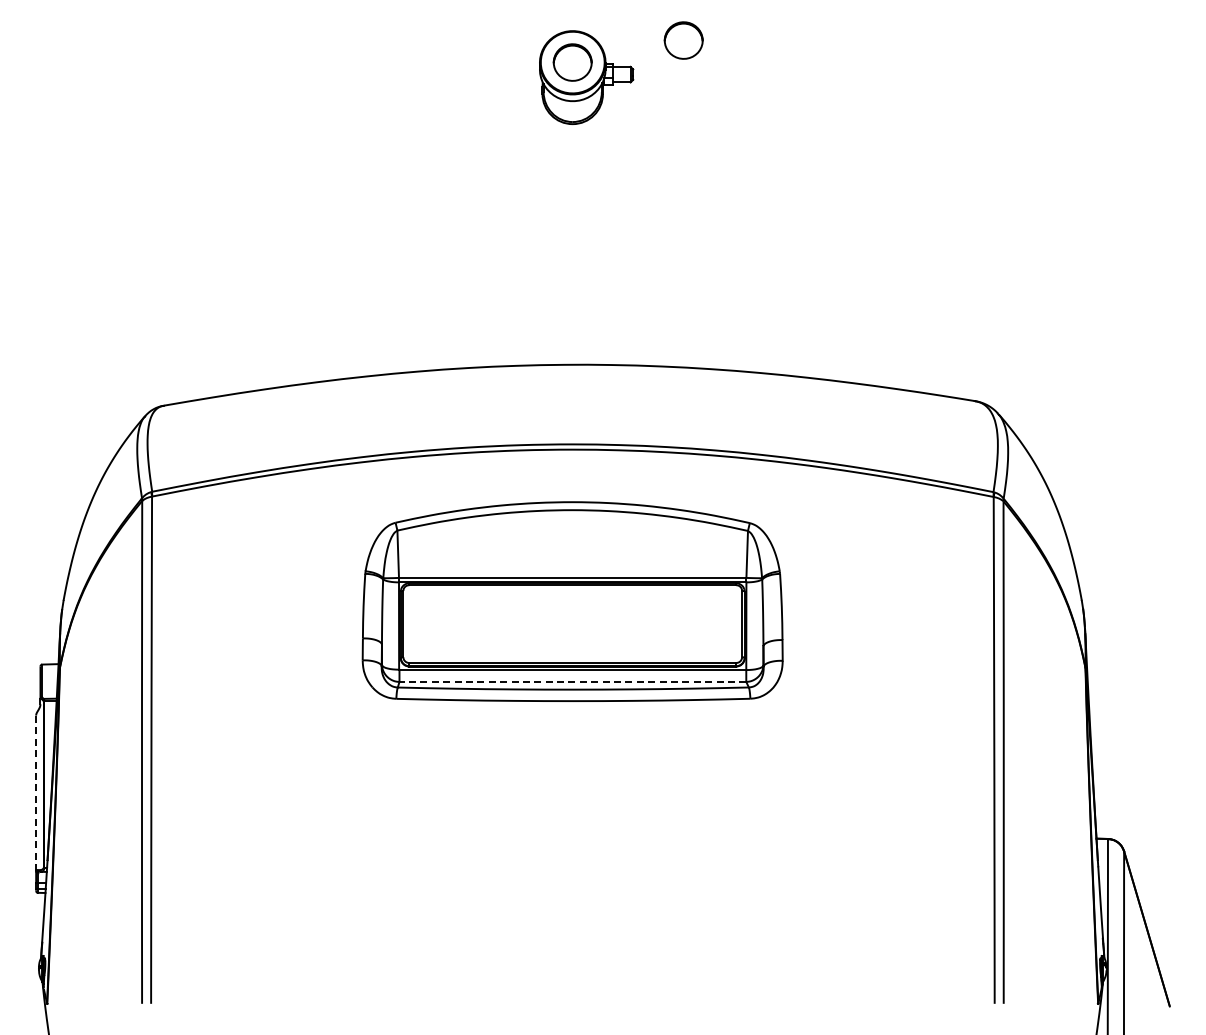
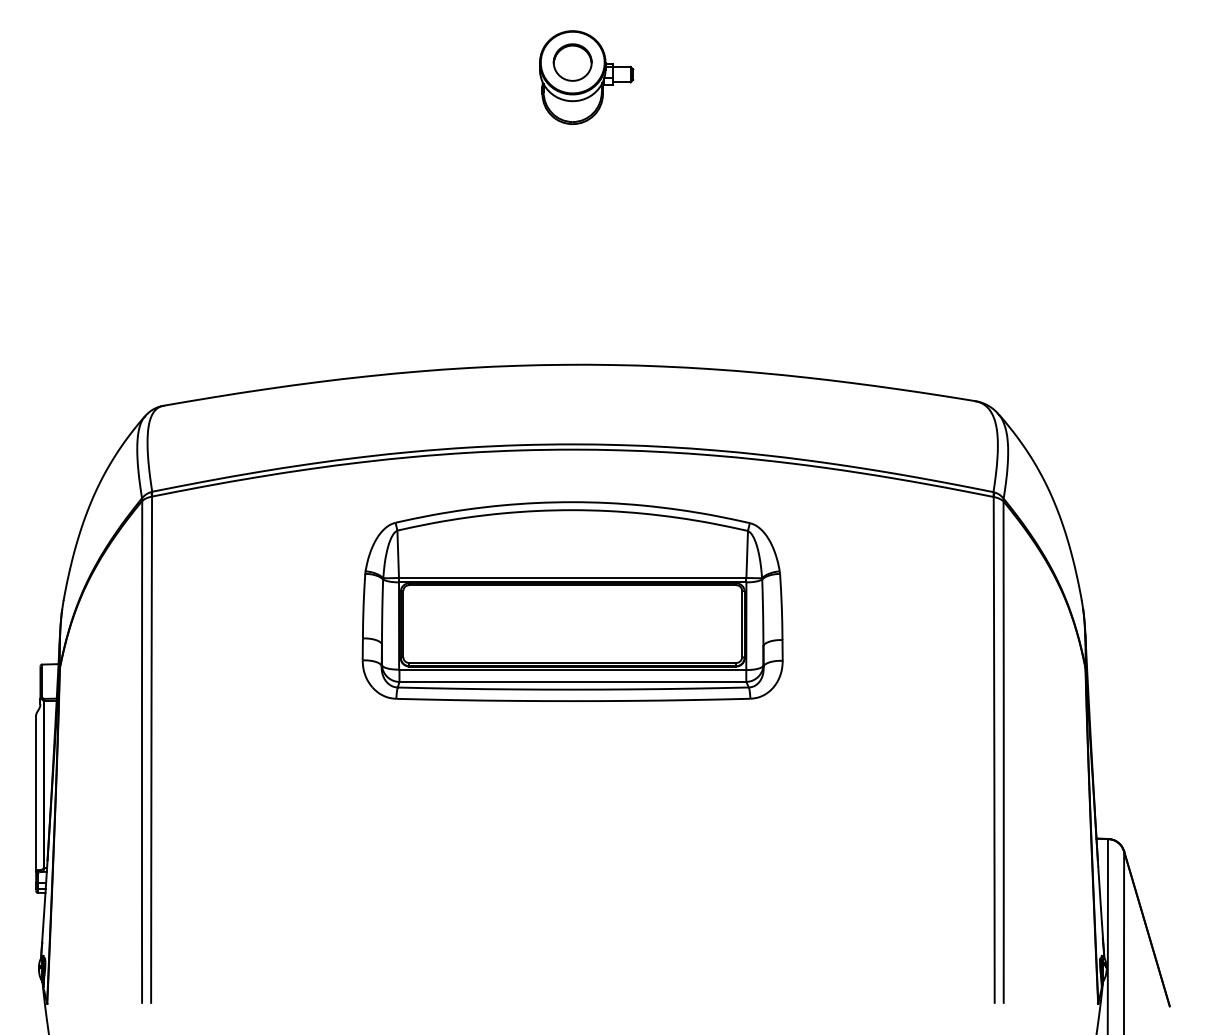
part at (683, 40): present -> none
line at (572, 681): dashed -> solid
line at (36, 793): dashed -> solid
